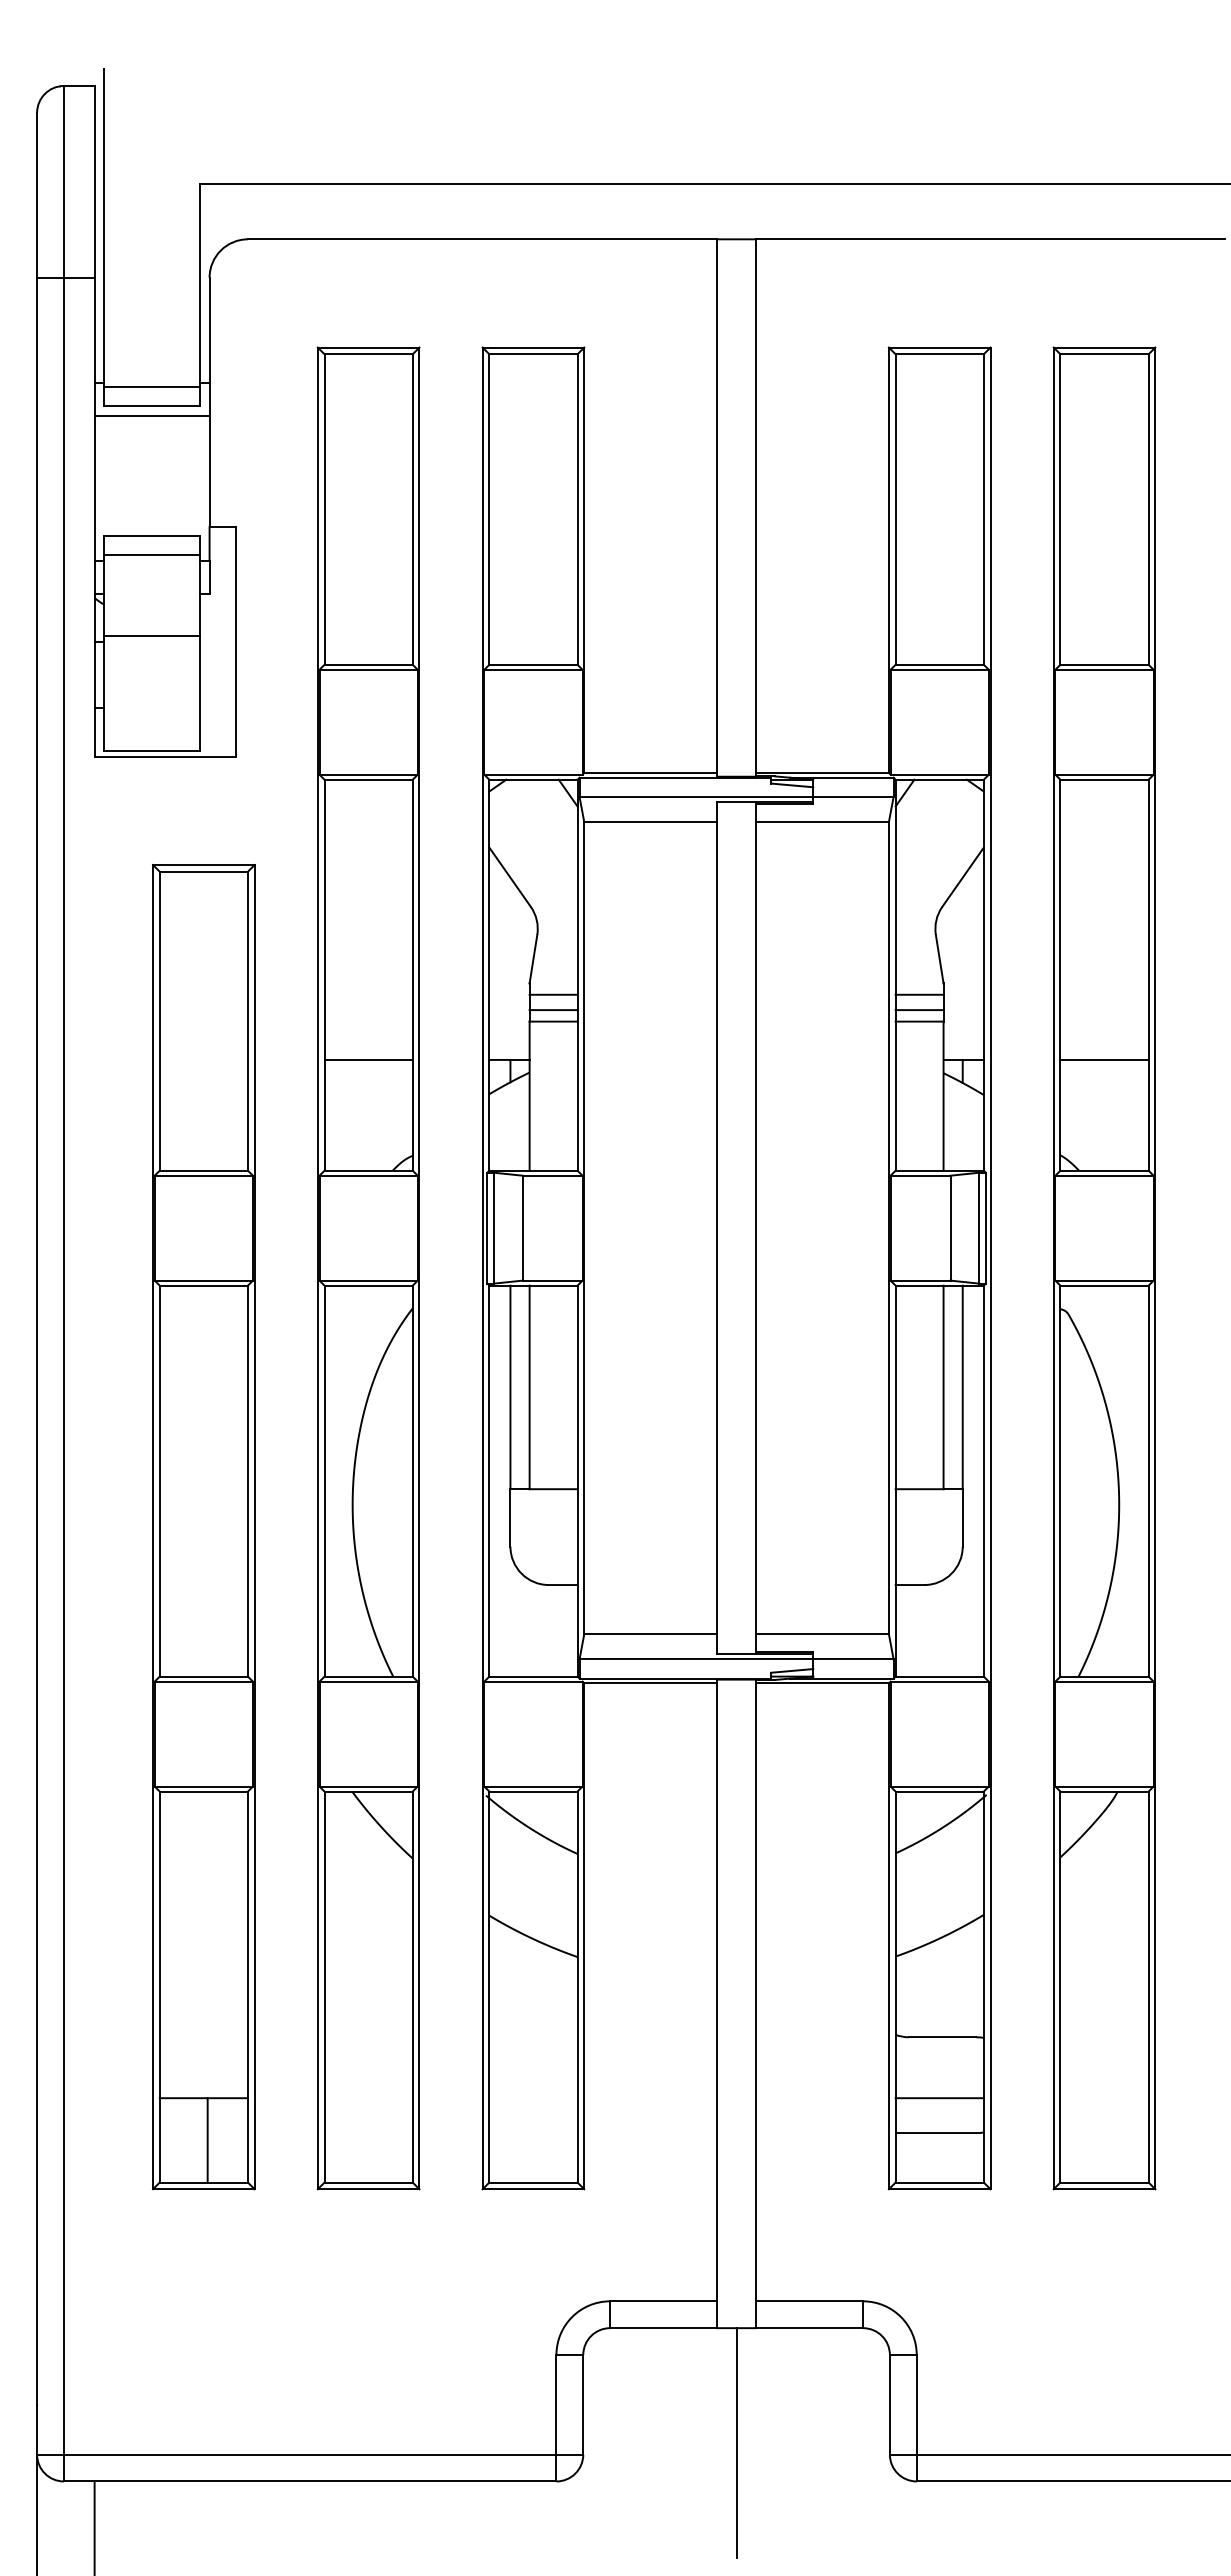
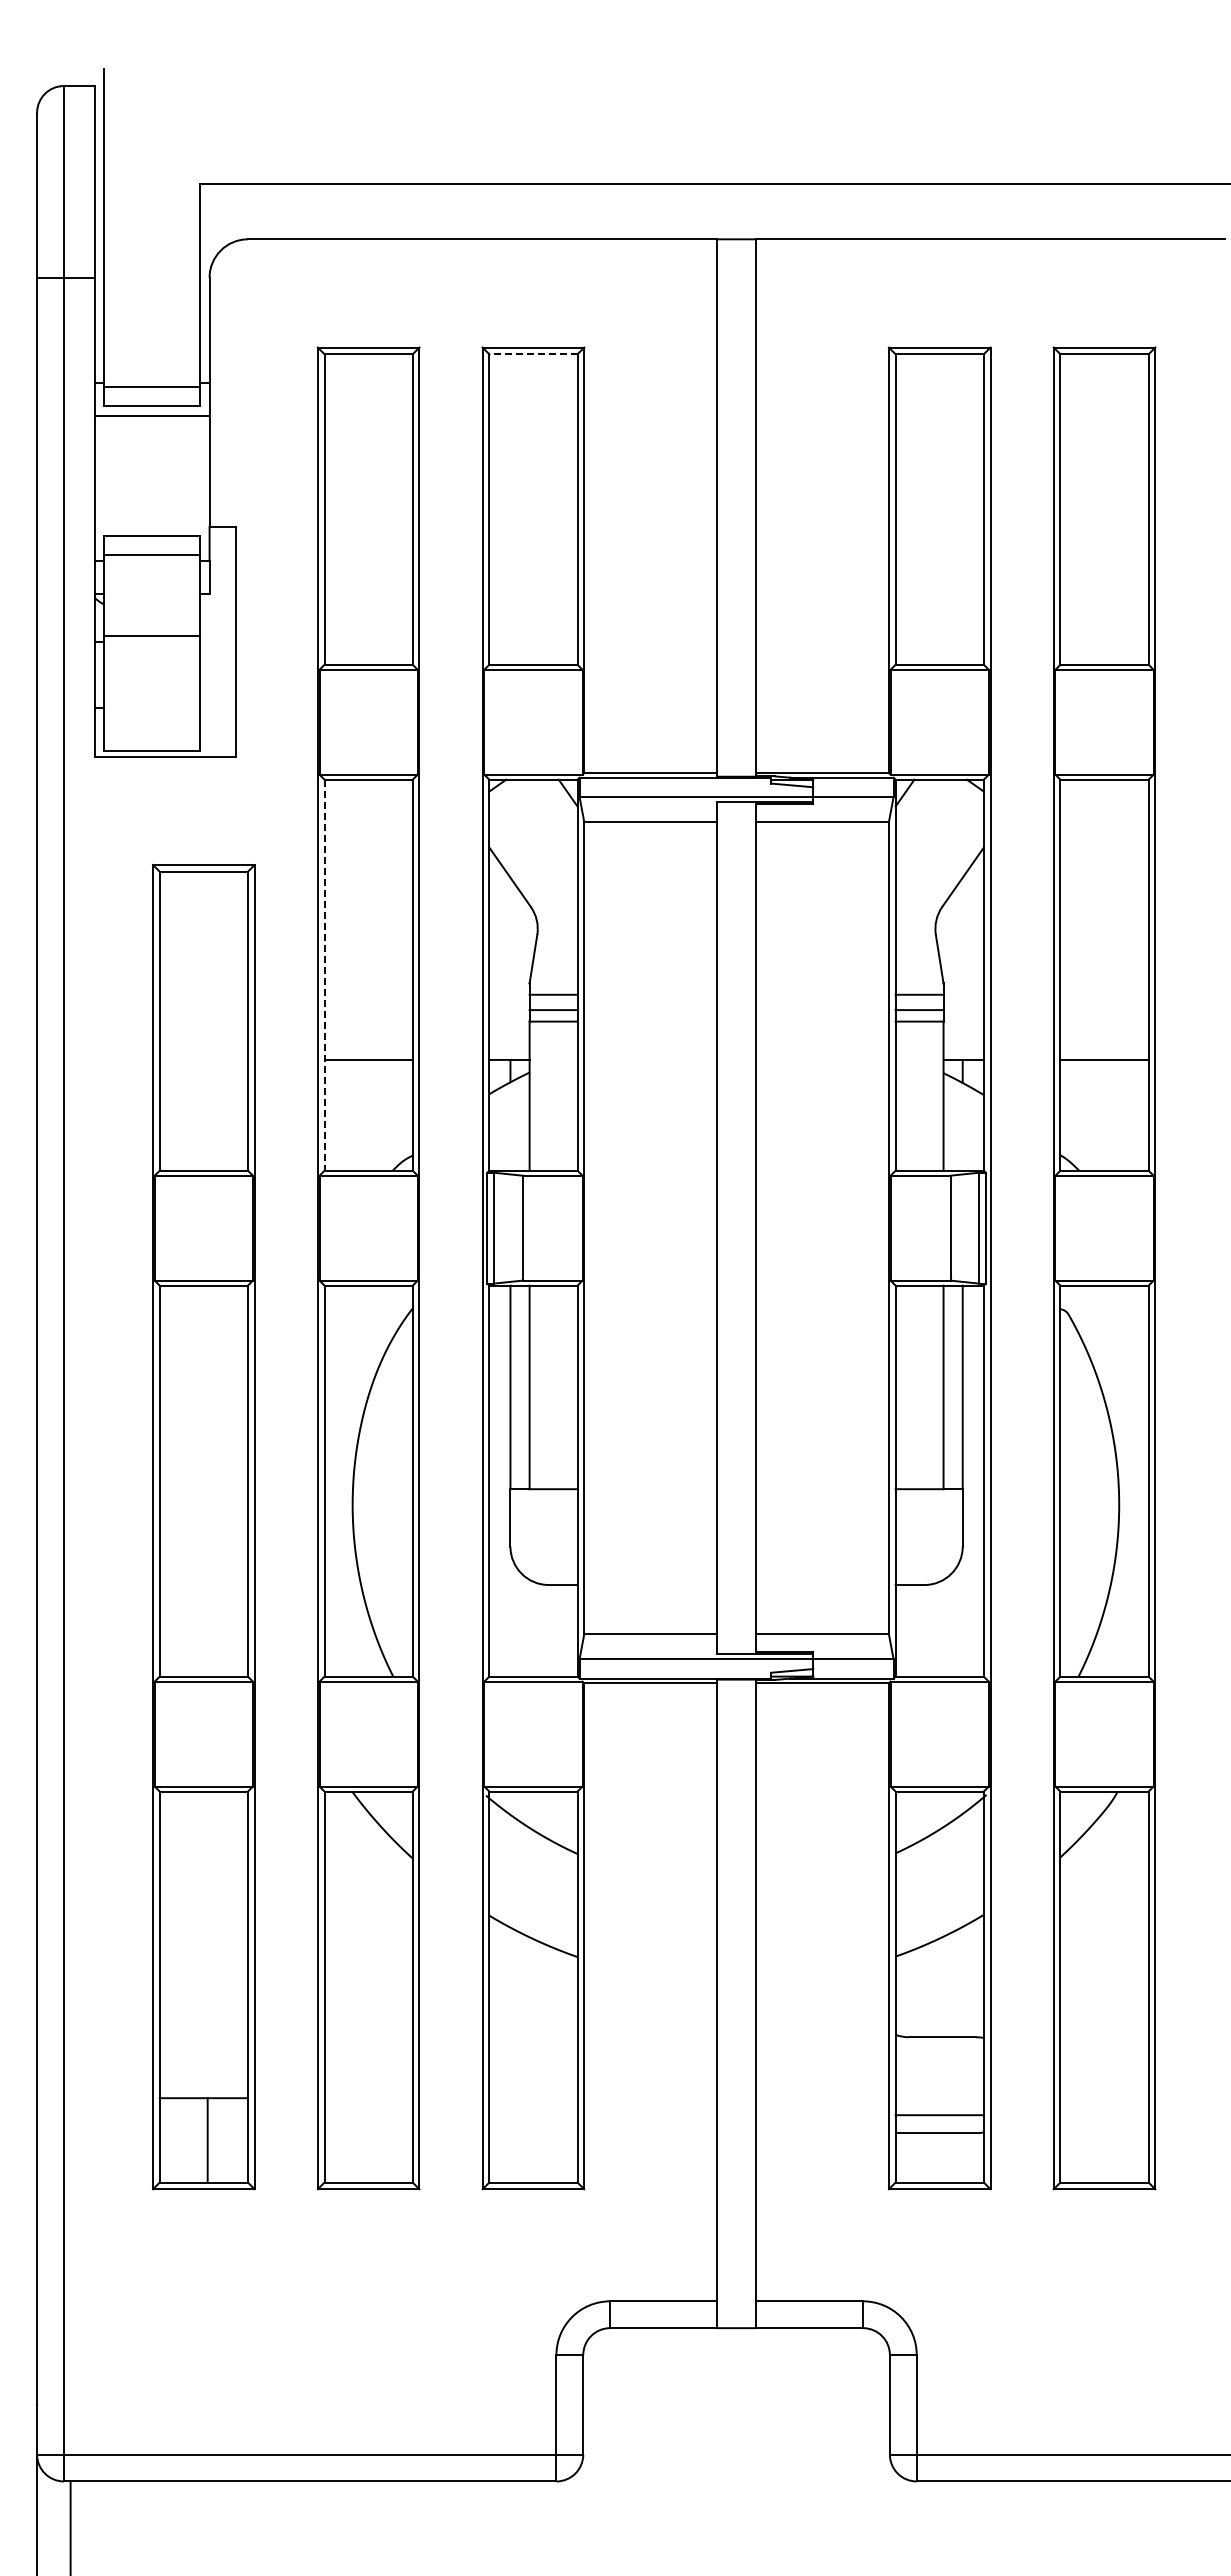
line at (532, 354): solid -> dashed
line at (324, 975): solid -> dashed
line at (939, 2098) position: (939, 2098) -> (939, 2115)
line at (736, 2443): present -> none
line at (94, 2526) position: (94, 2526) -> (70, 2526)
